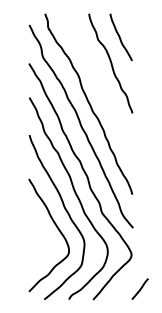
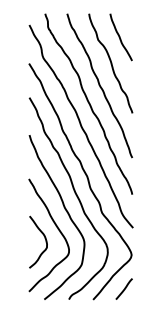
curve at (99, 85): none -> present
curve at (44, 238): none -> present
line at (140, 288) position: (140, 288) -> (124, 288)
